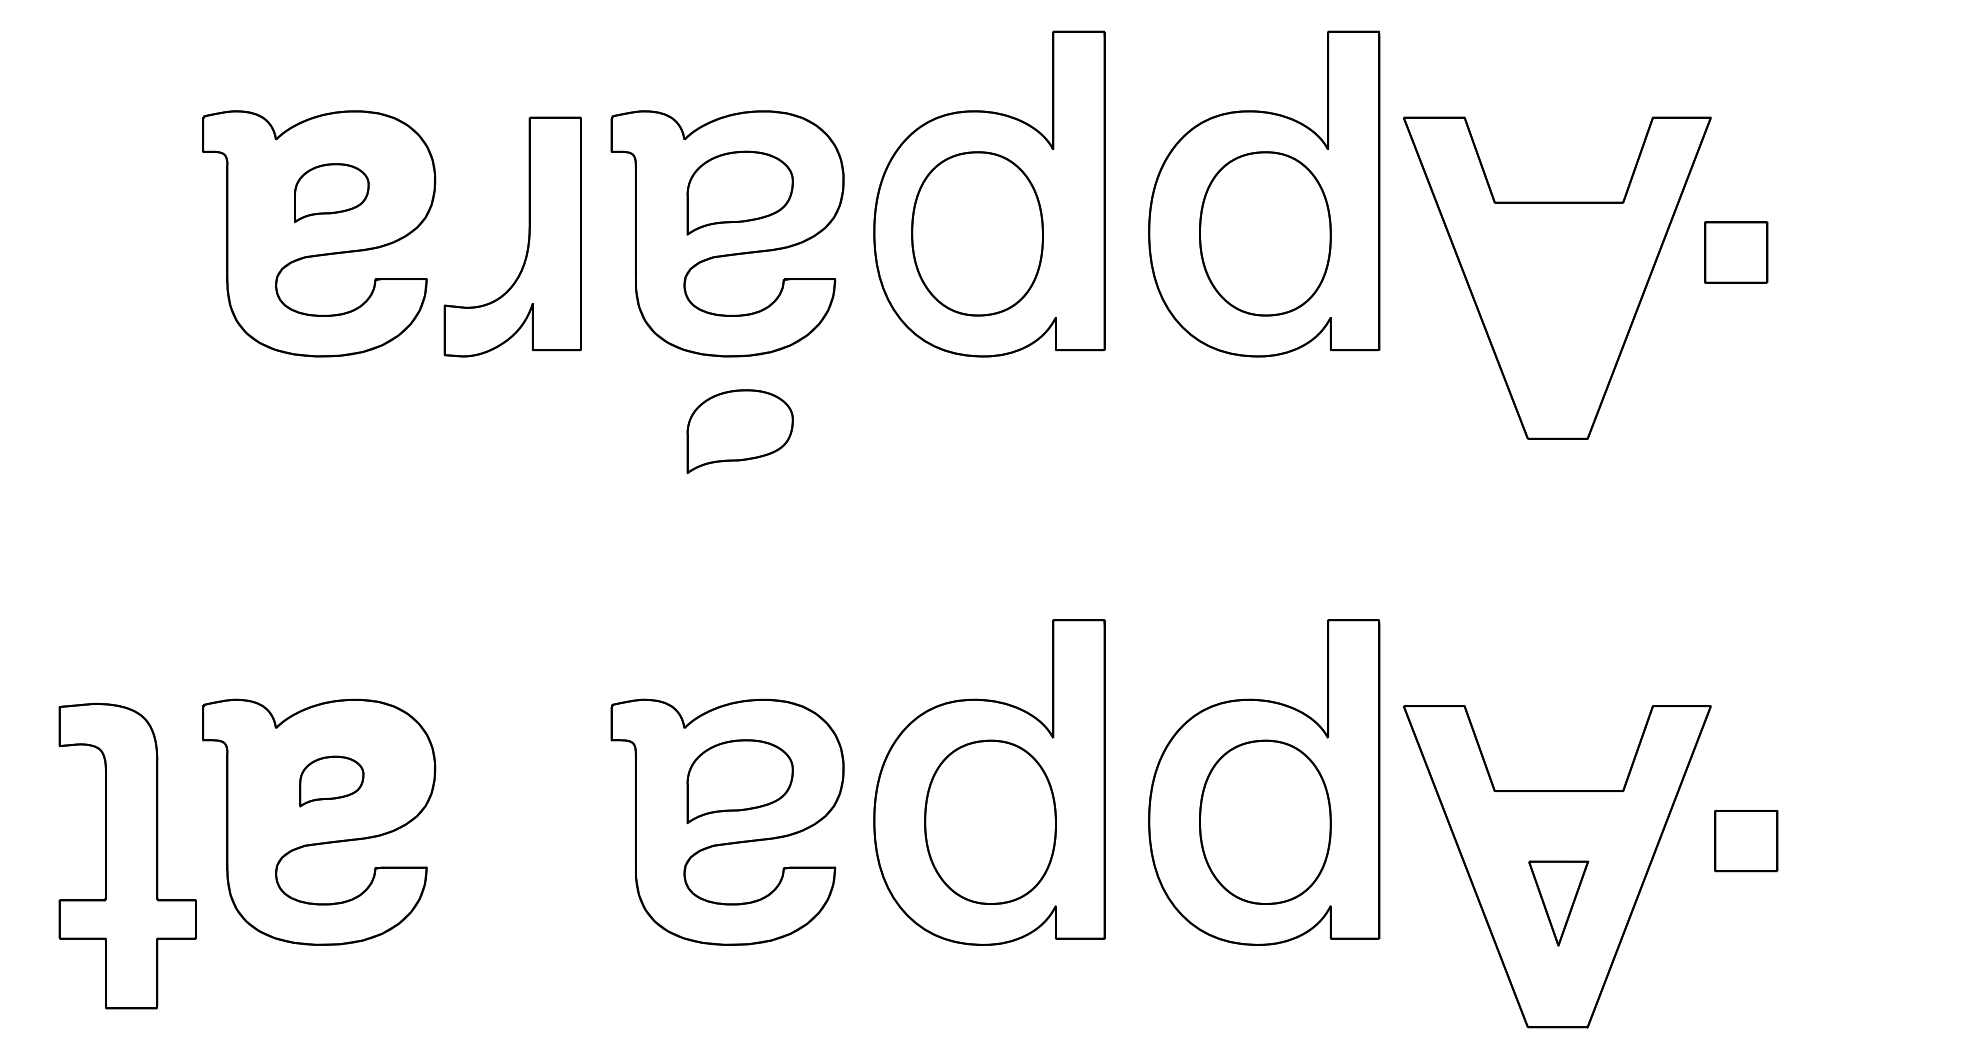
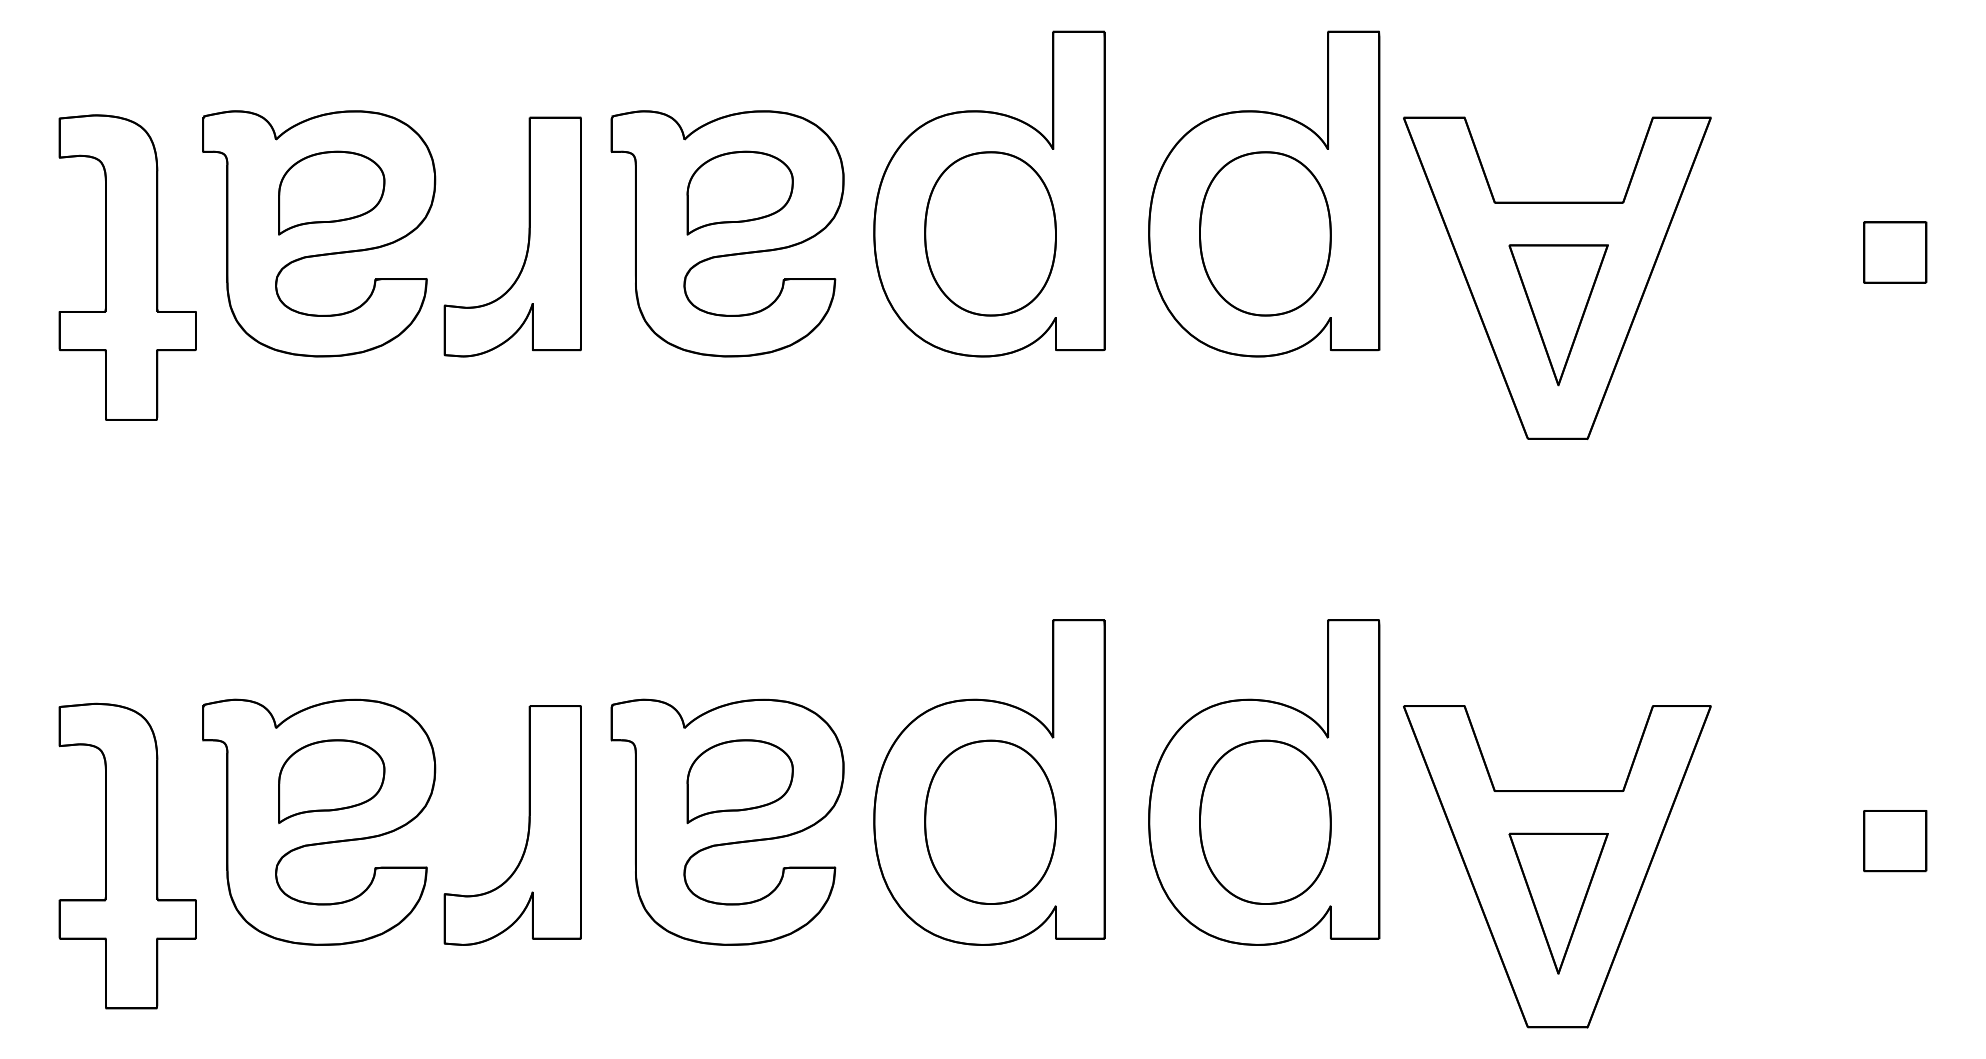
part at (331, 193) size: 76x61 px -> 108x86 px
part at (977, 233) position: (977, 233) -> (990, 233)
part at (1736, 252) position: (1736, 252) -> (1895, 252)
part at (127, 267): none -> present
part at (1558, 315): none -> present
part at (739, 431): present -> none
part at (331, 781) size: 66x53 px -> 108x85 px
part at (528, 825): none -> present
part at (1746, 841) position: (1746, 841) -> (1895, 841)
part at (1558, 903) size: 62x87 px -> 101x143 px
